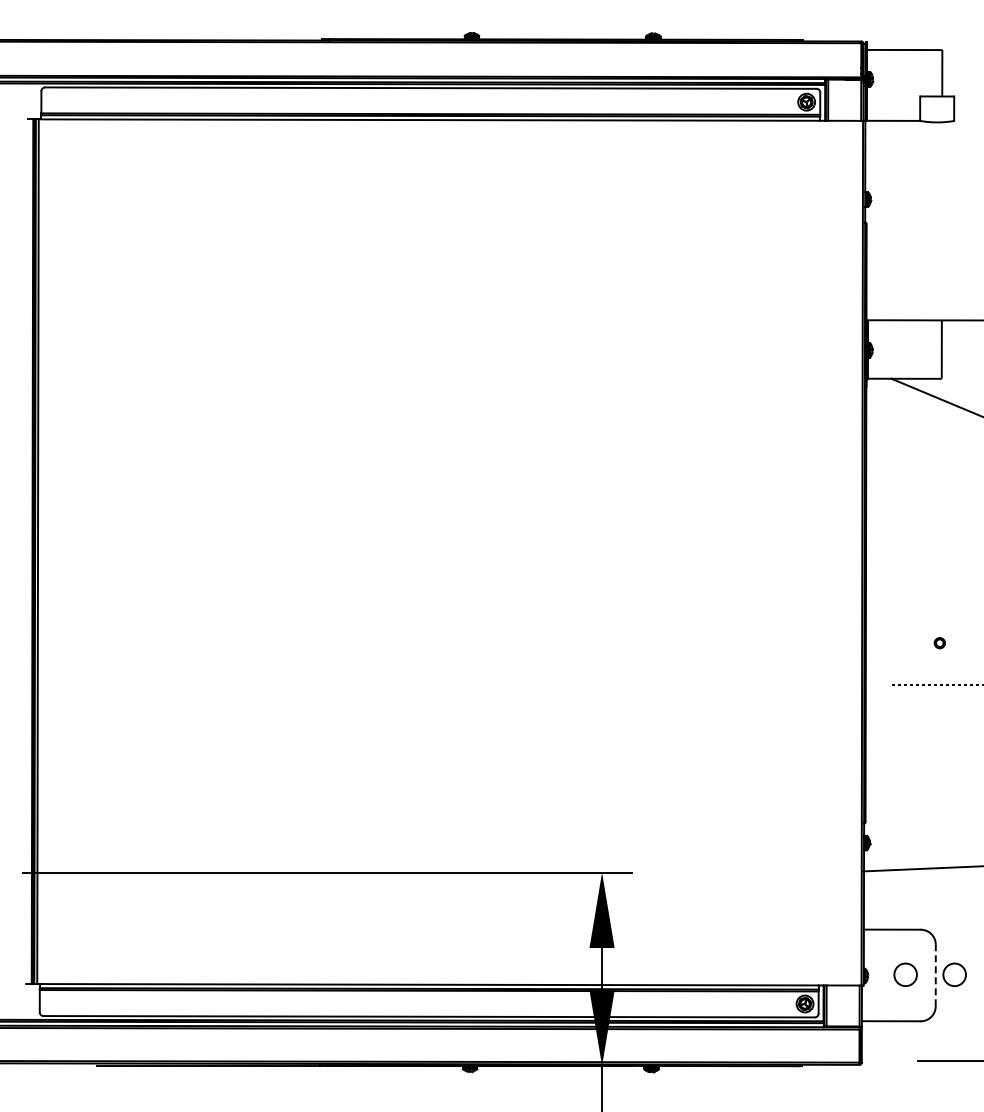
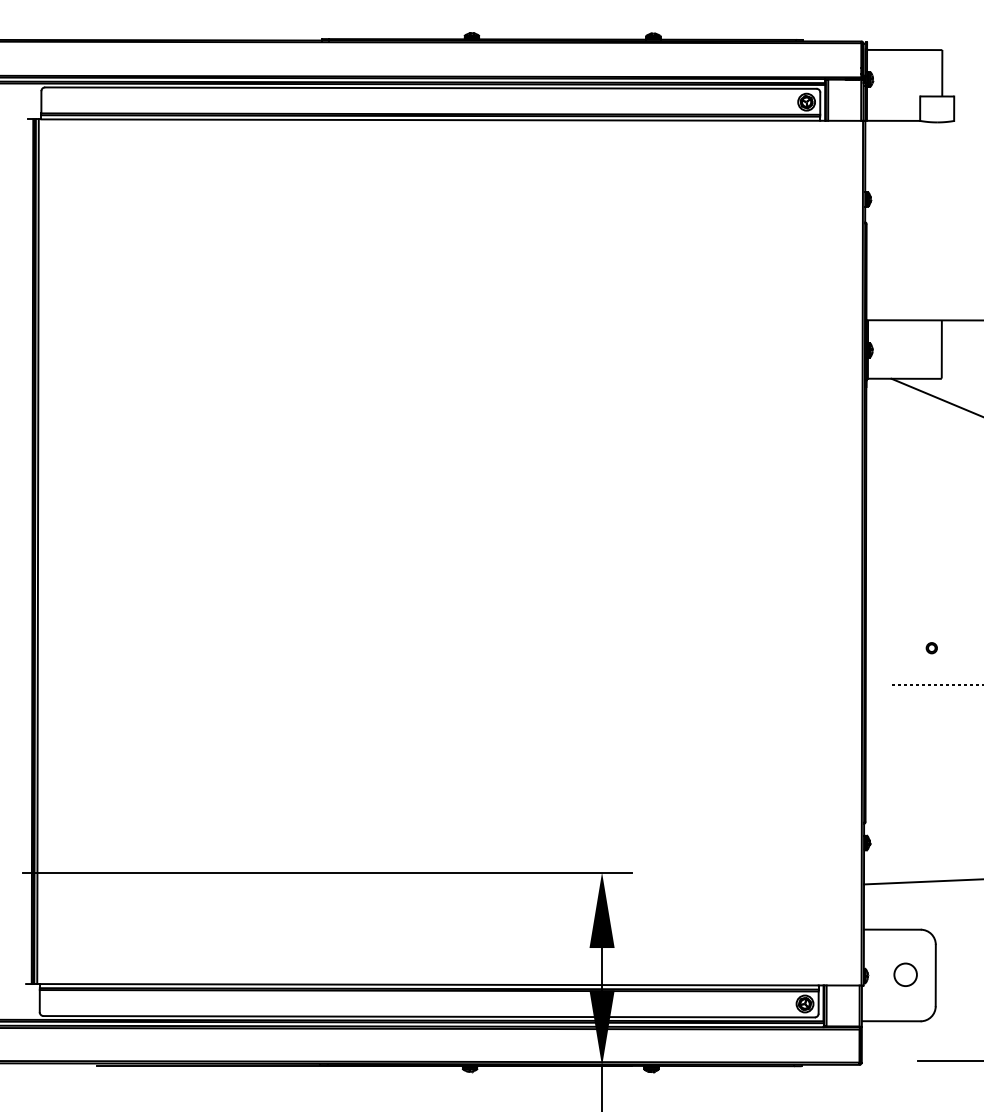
part at (939, 643) position: (939, 643) -> (931, 648)
line at (921, 868) position: (921, 868) -> (922, 881)
circle at (954, 974): present -> none
line at (935, 975): dashed -> solid
